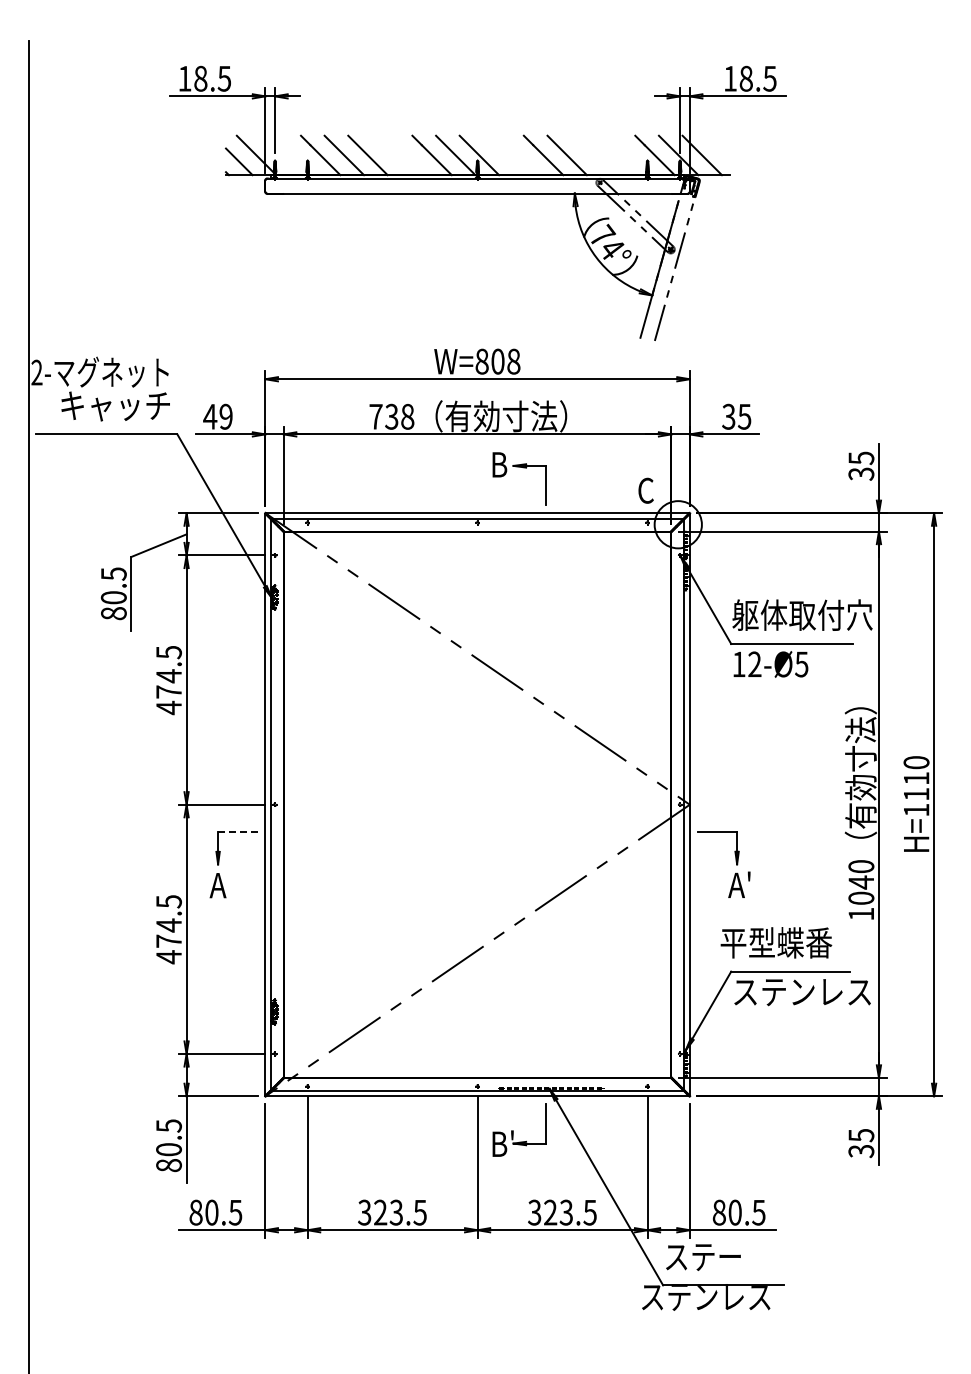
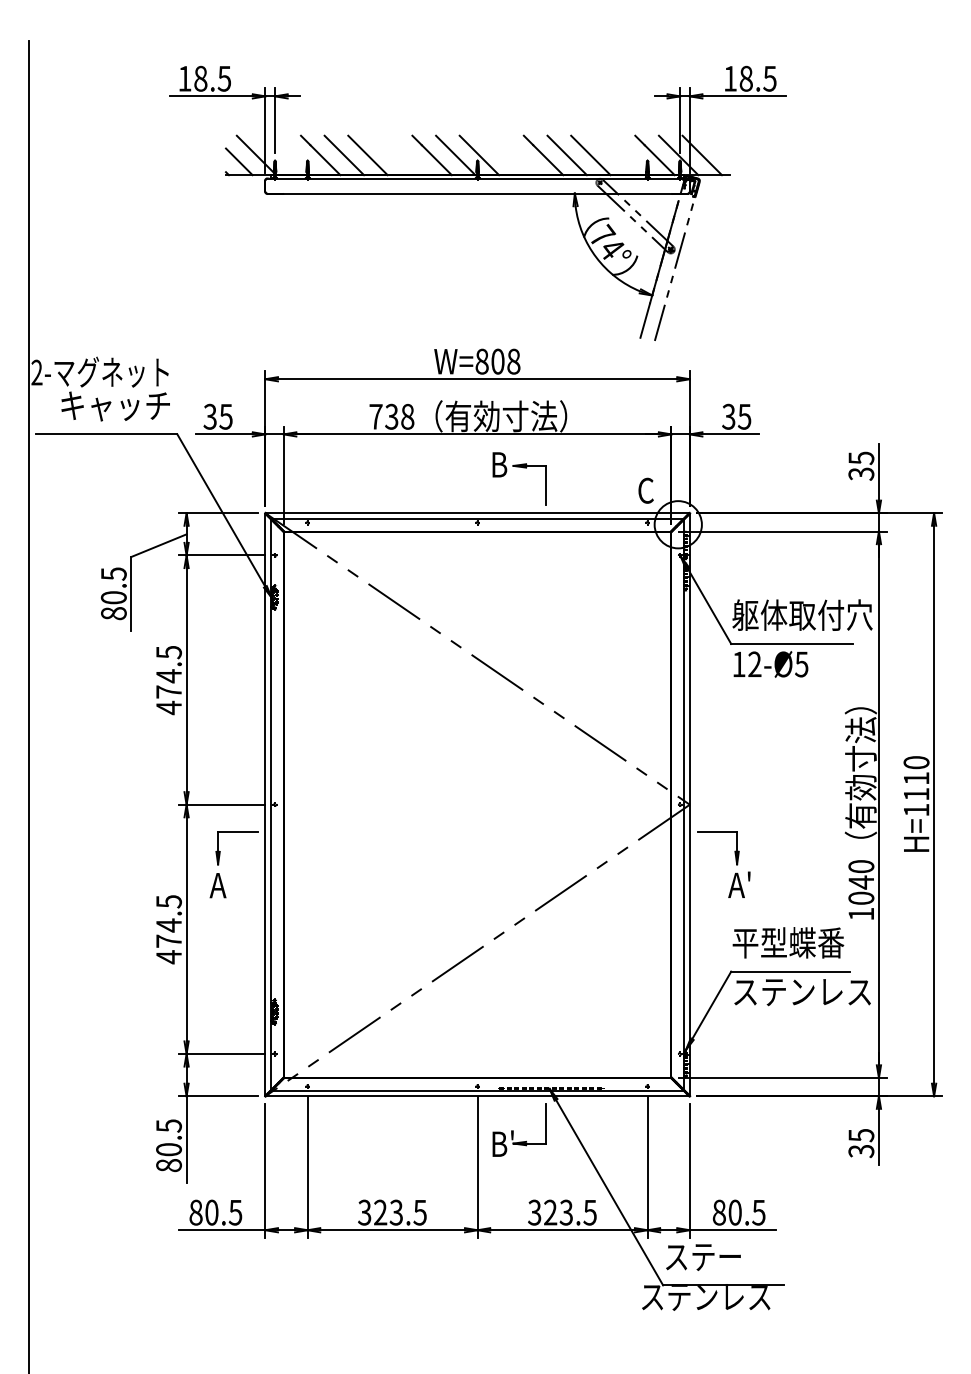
line at (590, 155): none -> present
text at (217, 416): 49 -> 35
line at (237, 832): dashed -> solid
text at (776, 942) position: (776, 942) -> (788, 942)
